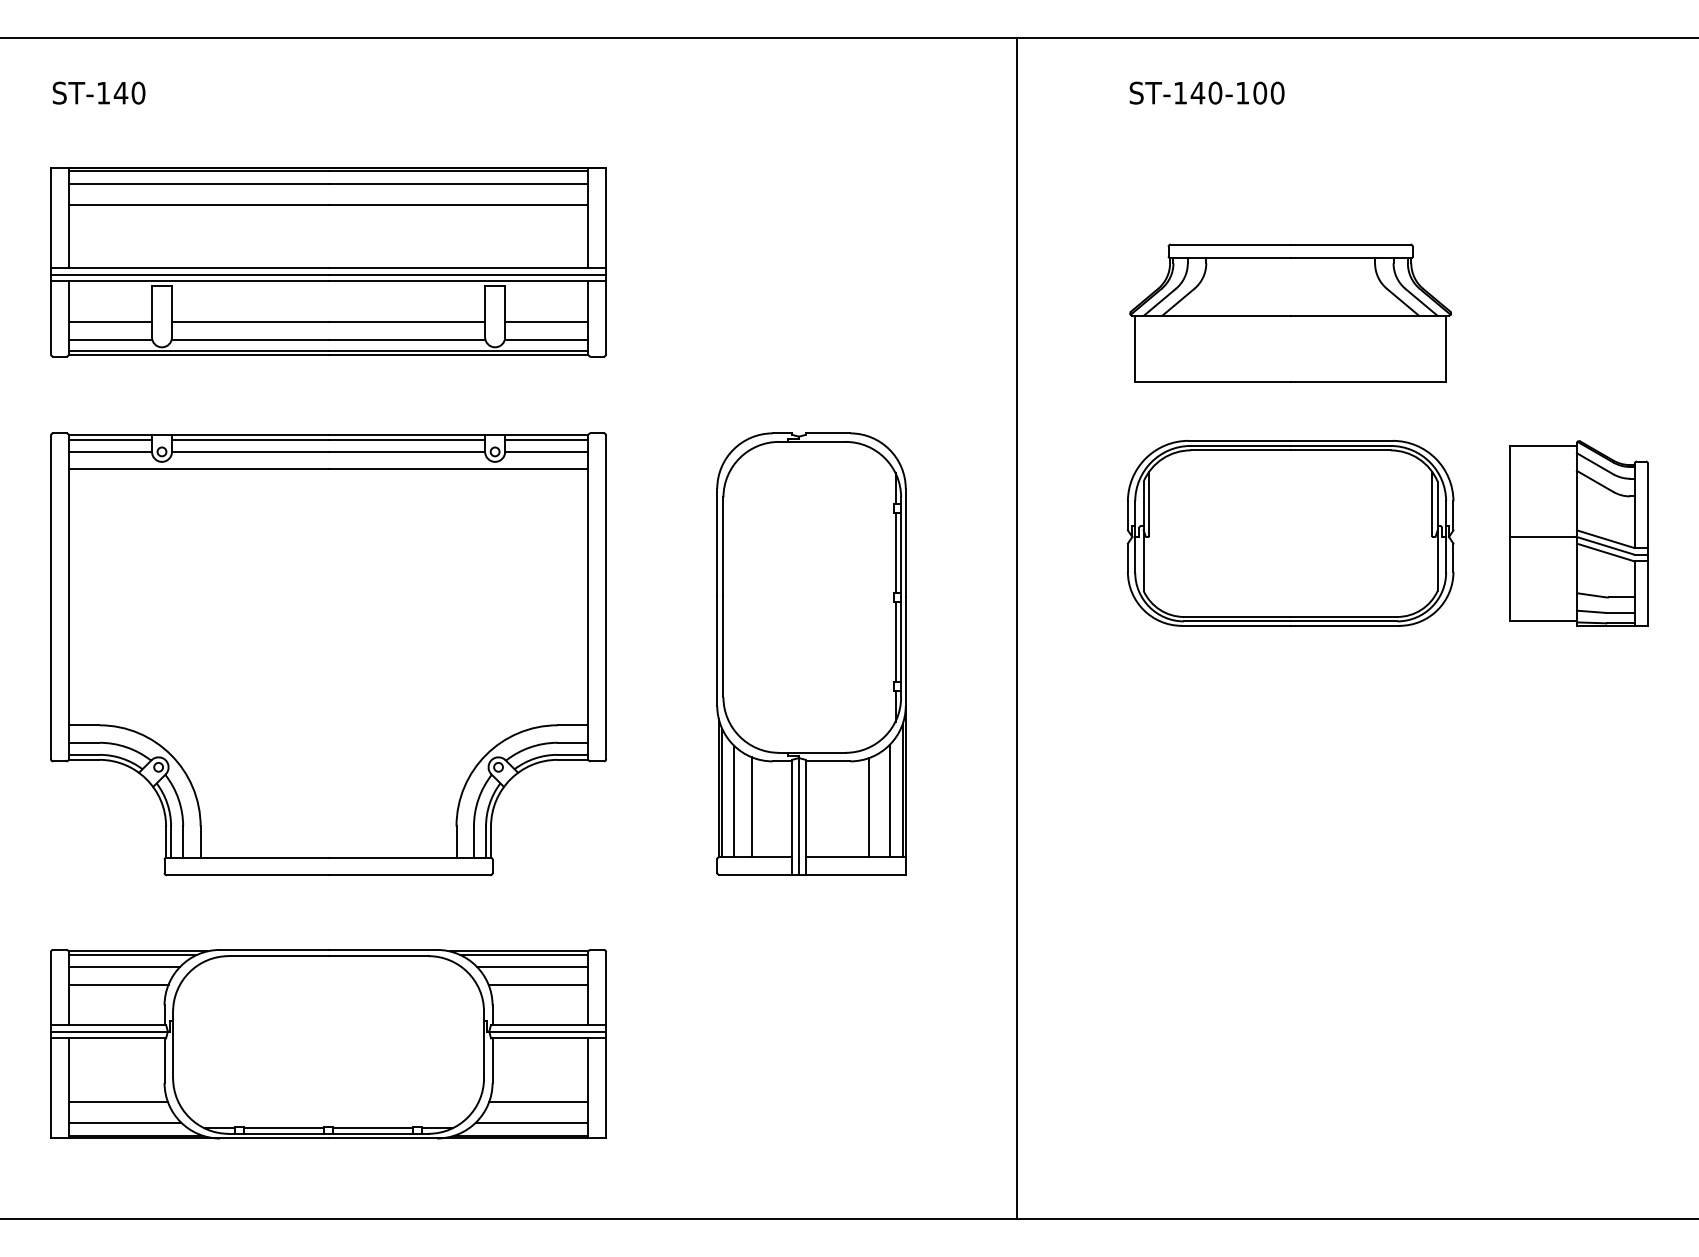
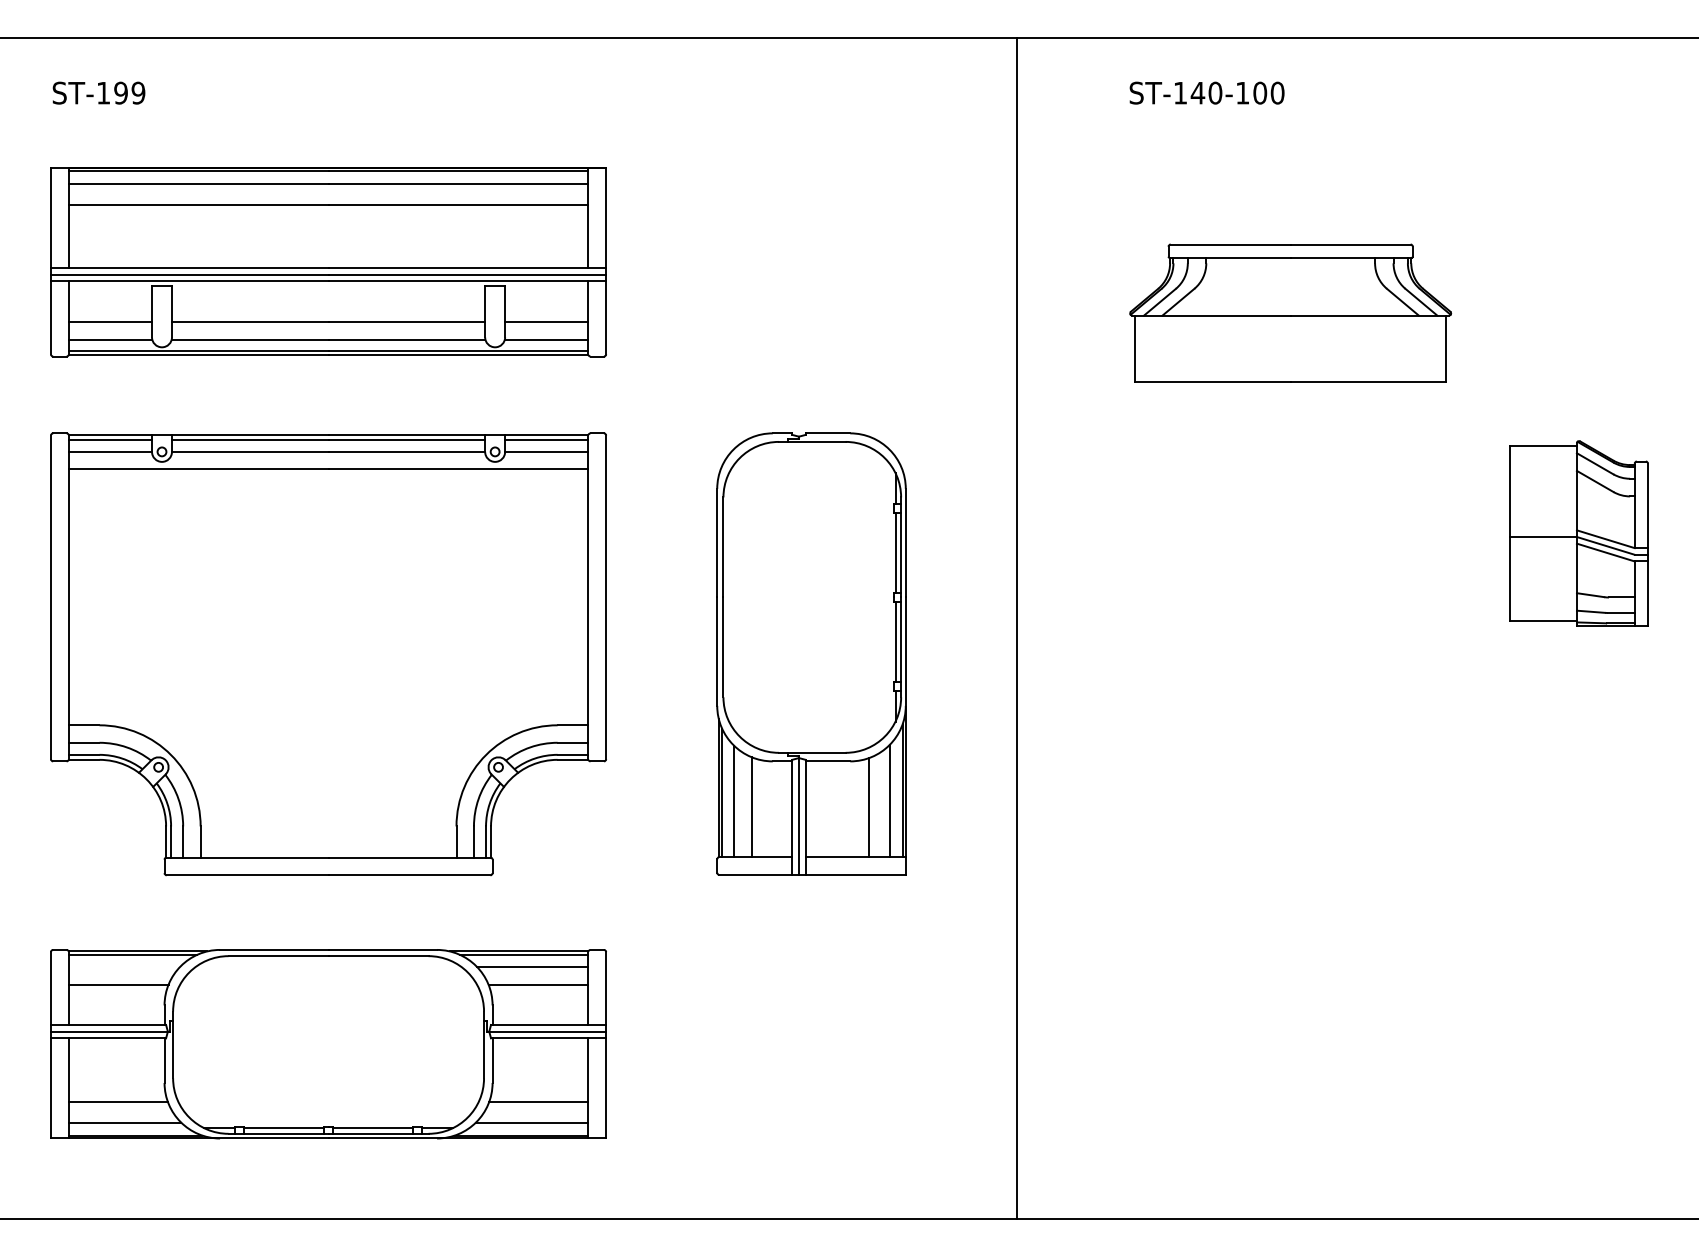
text at (129, 92): ST-140 -> ST-199
part at (1290, 533): present -> none
line at (124, 966): present -> none
